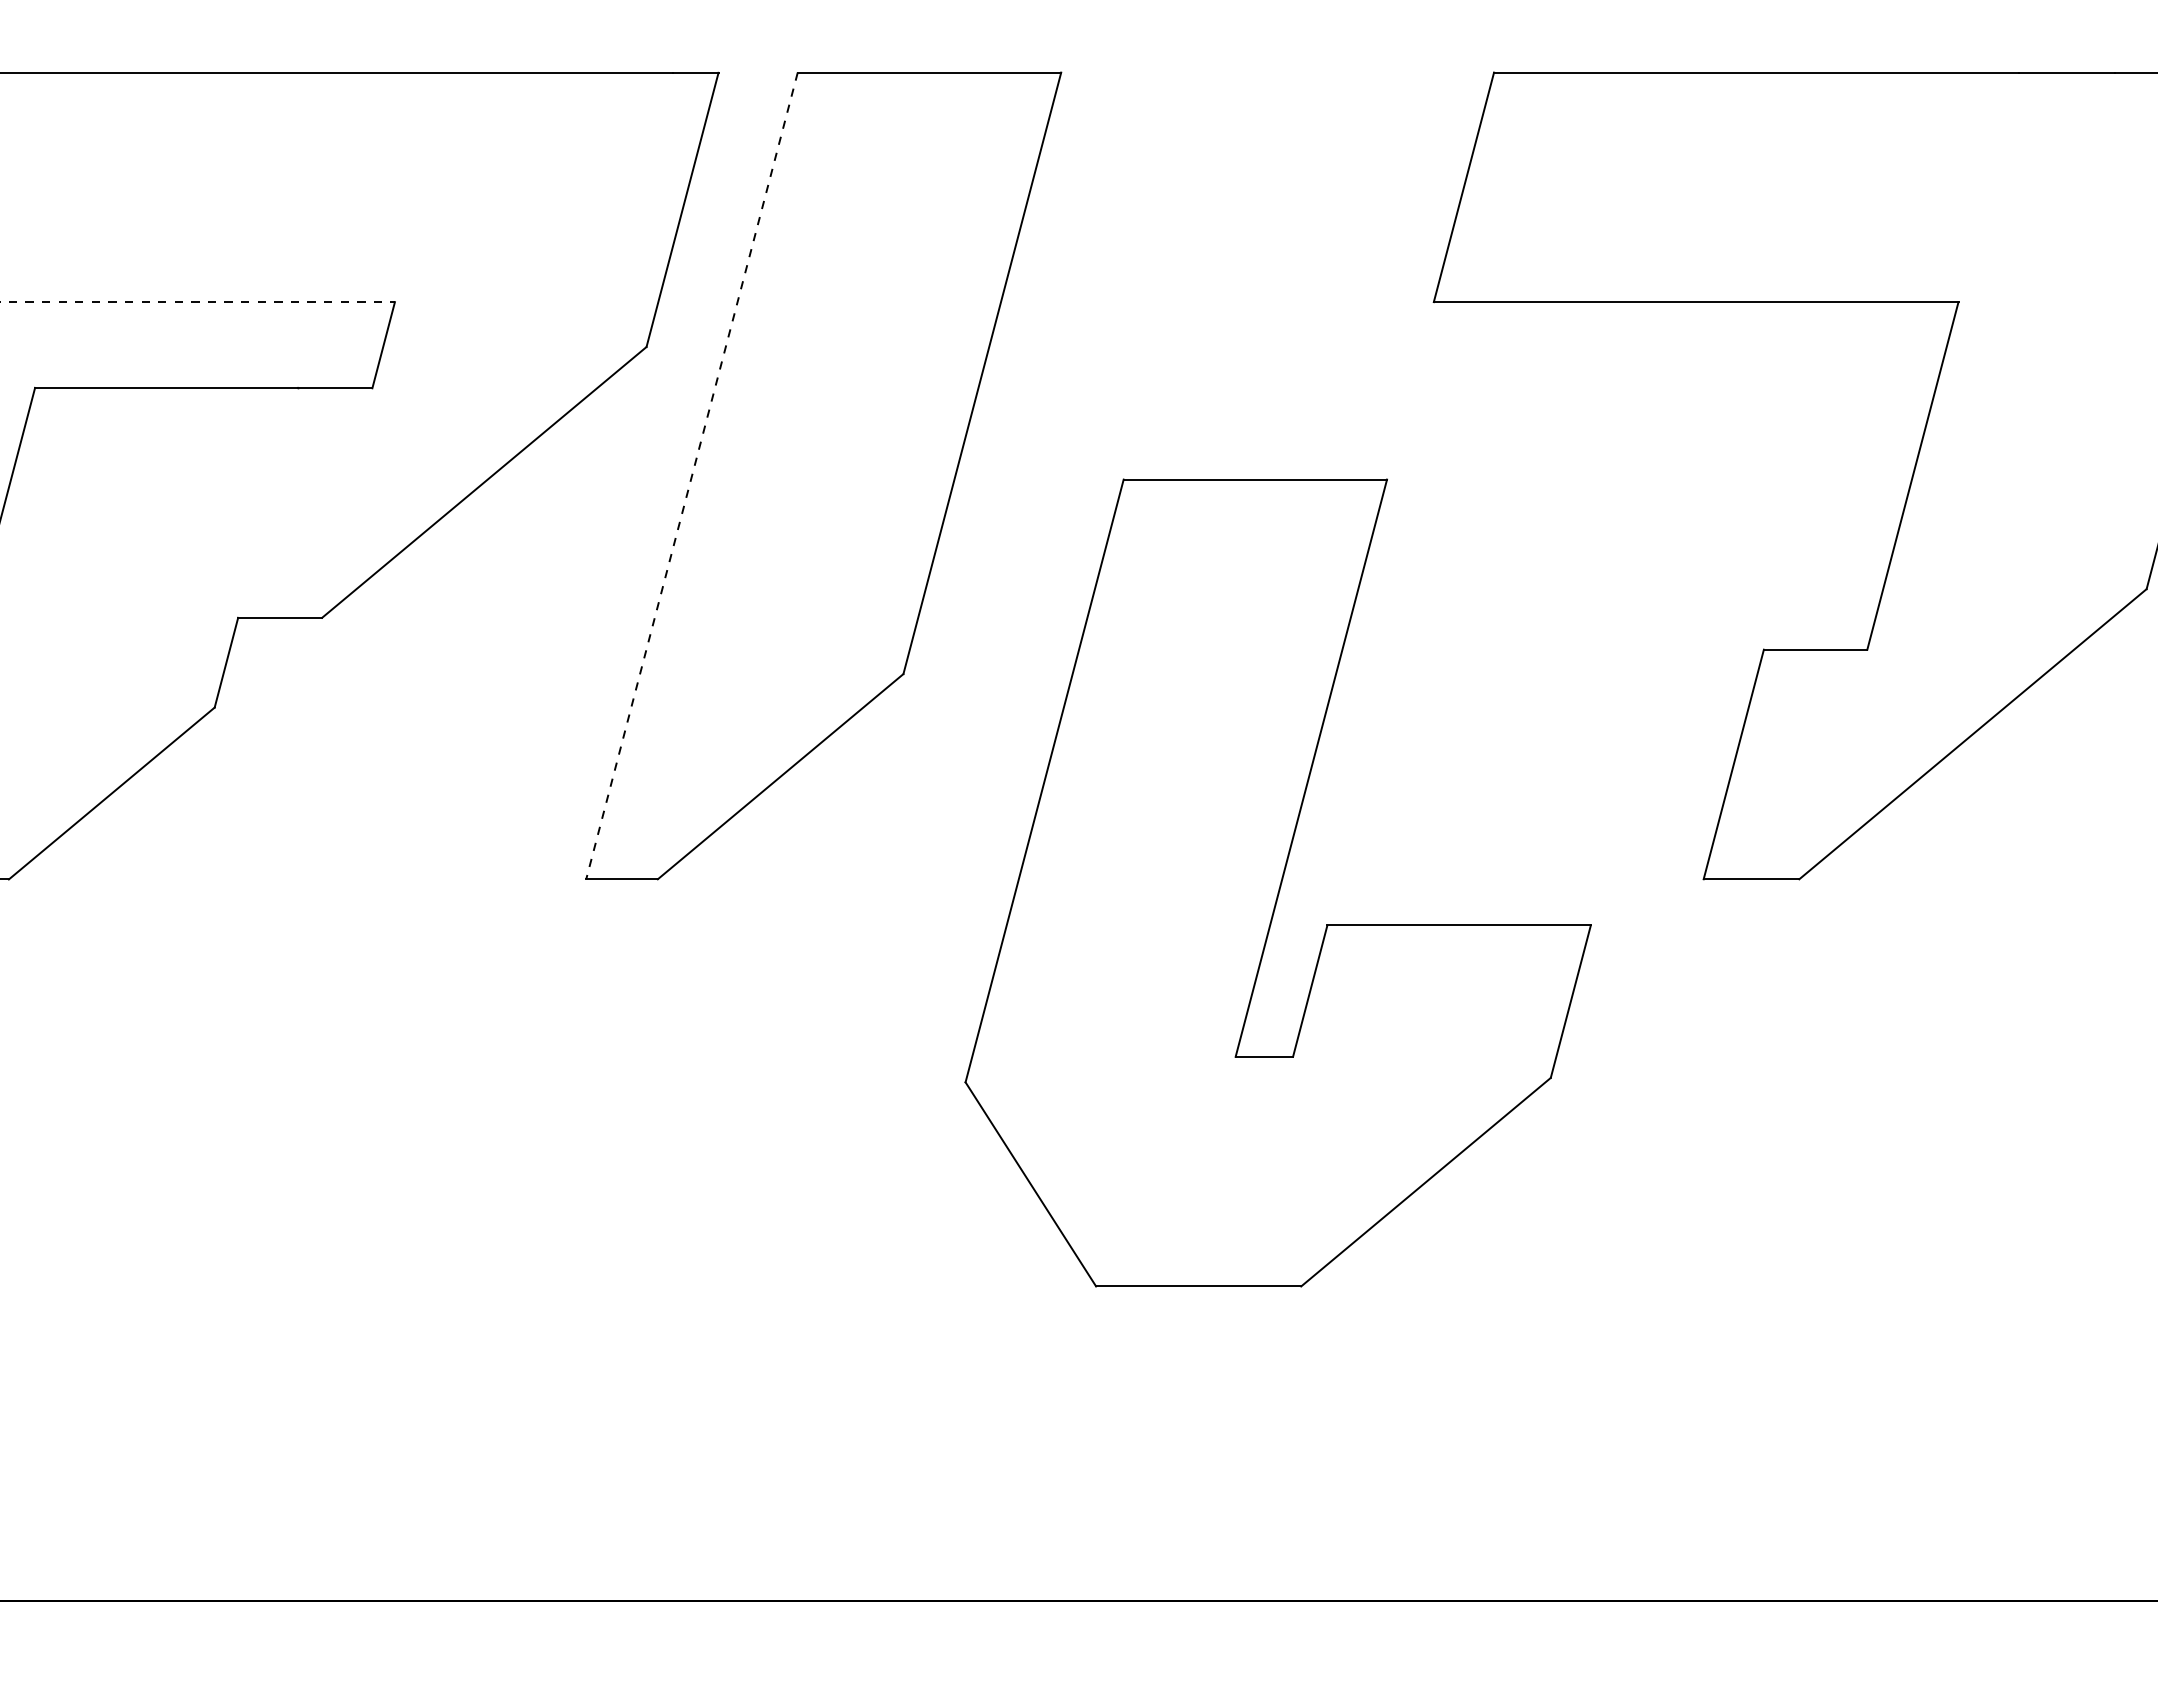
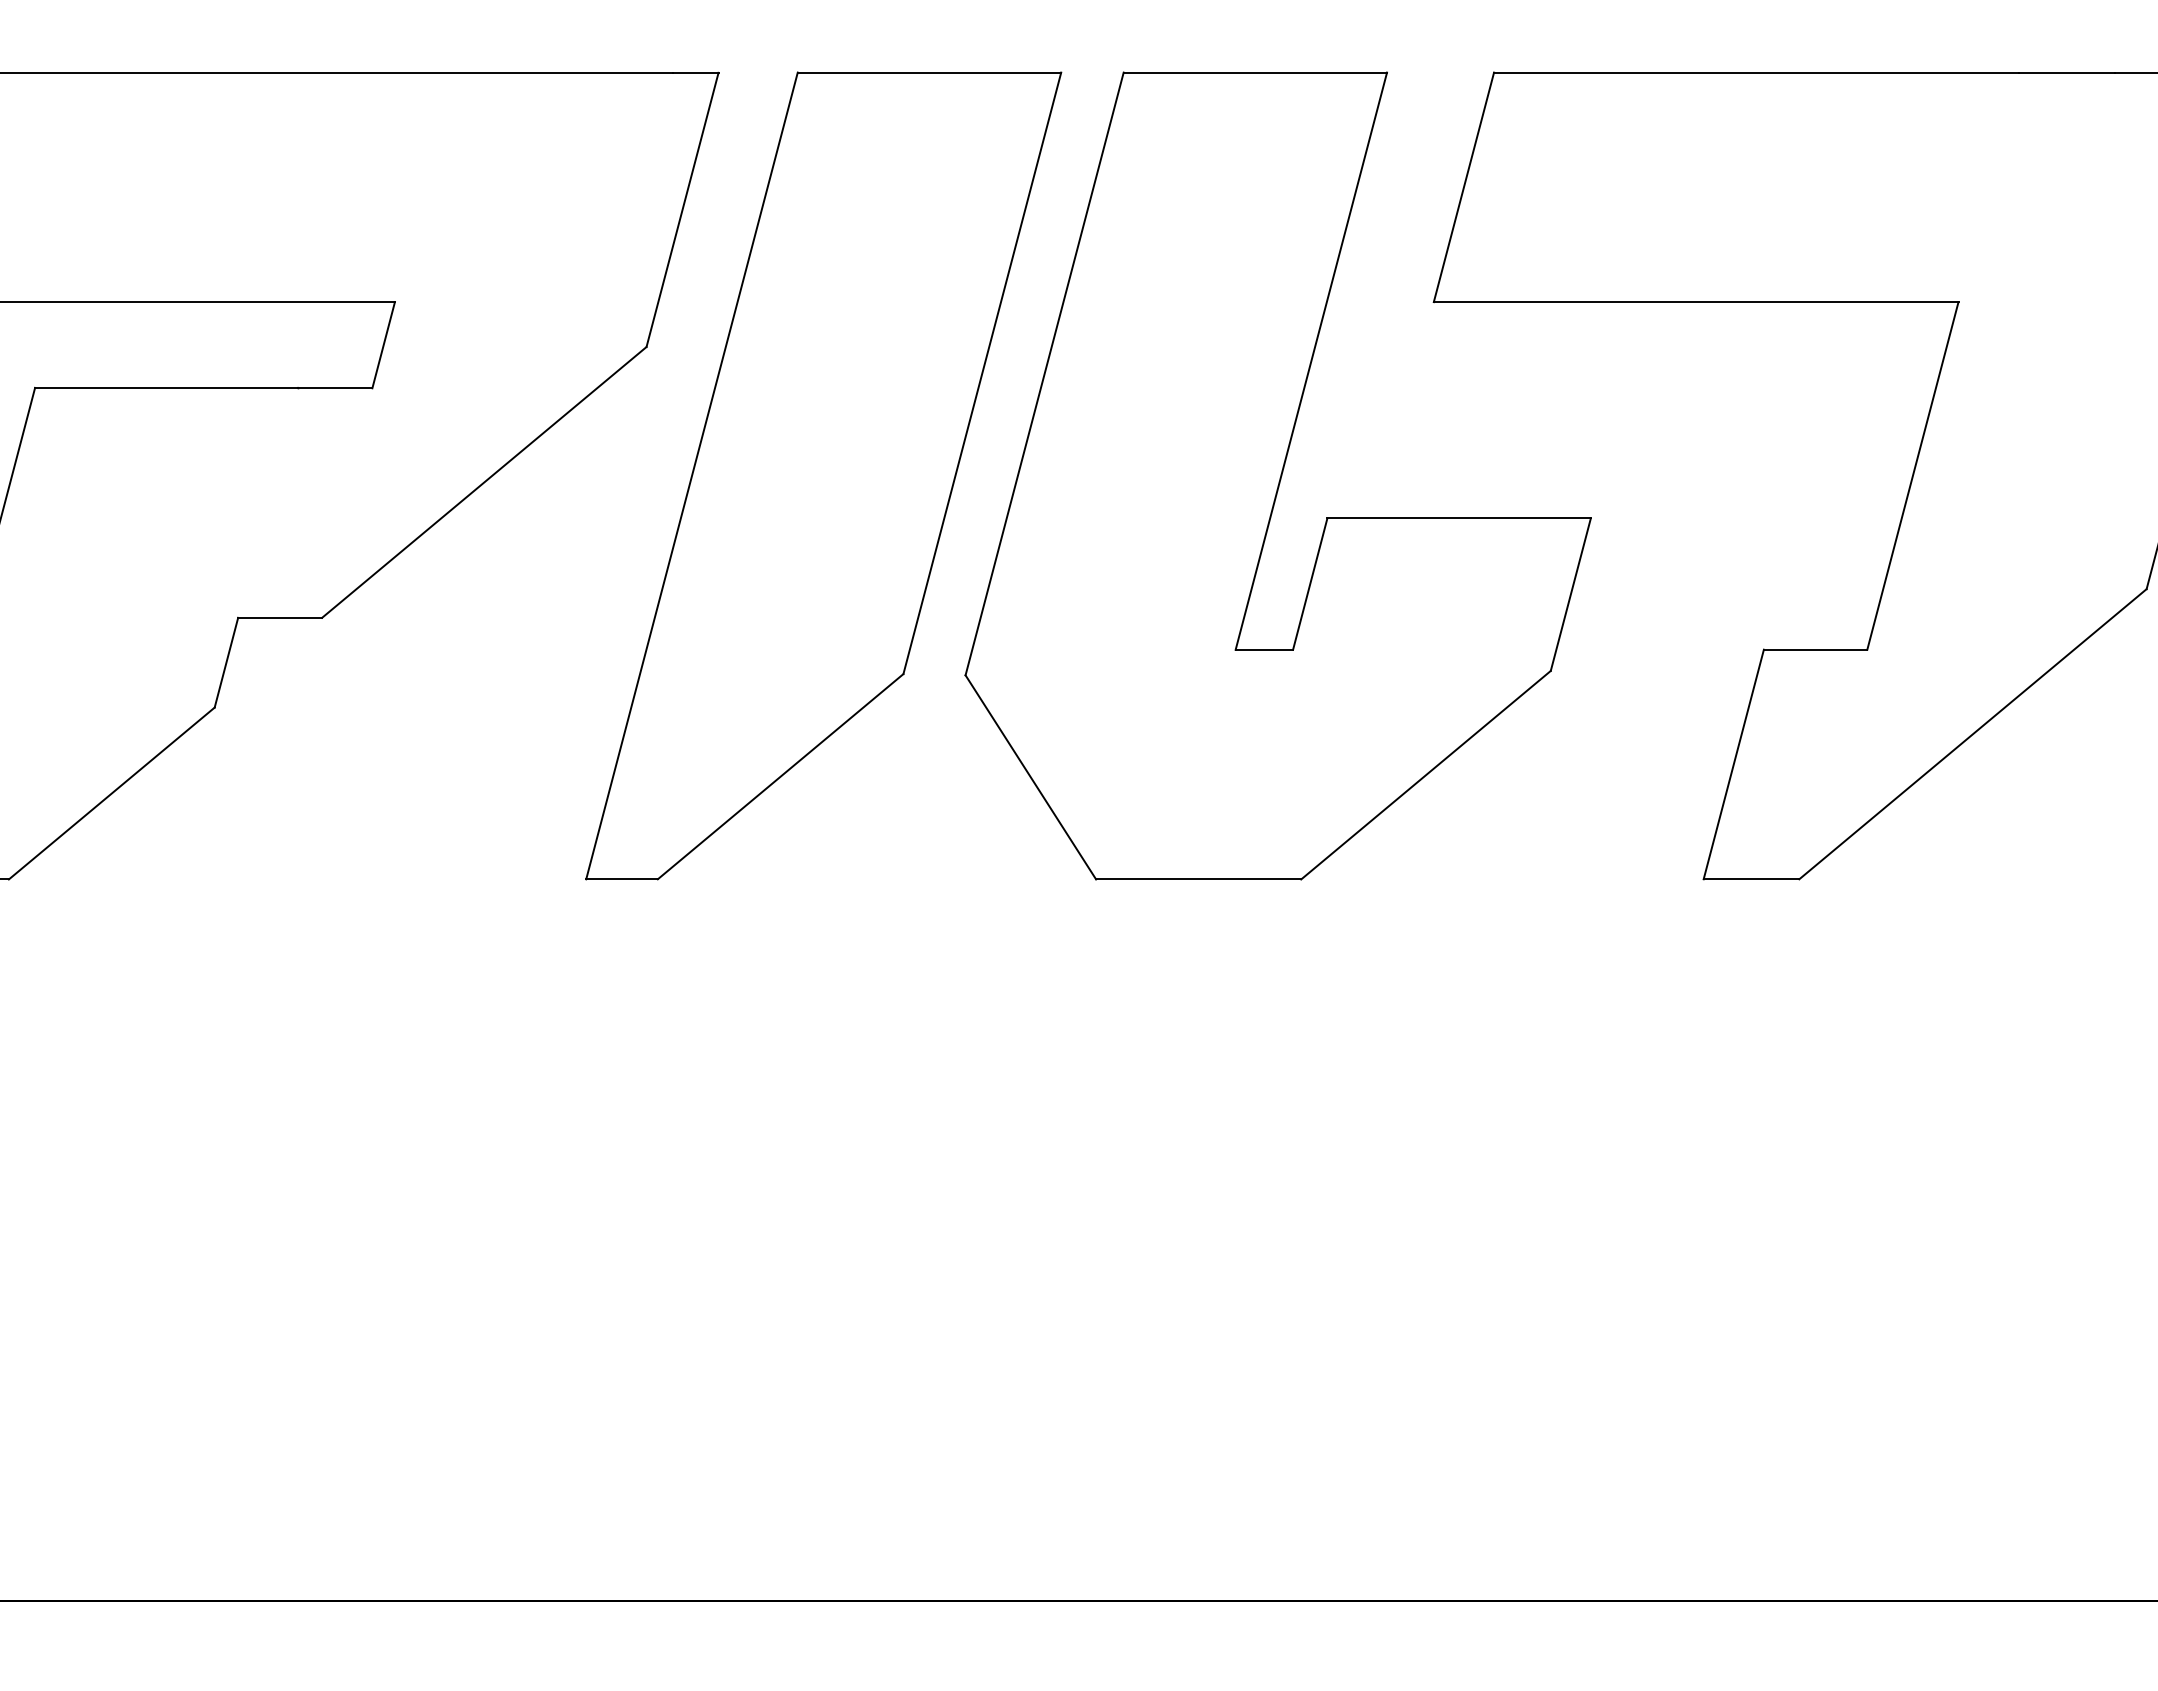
line at (198, 302): dashed -> solid
line at (692, 475): dashed -> solid
part at (1277, 882) position: (1277, 882) -> (1277, 475)
